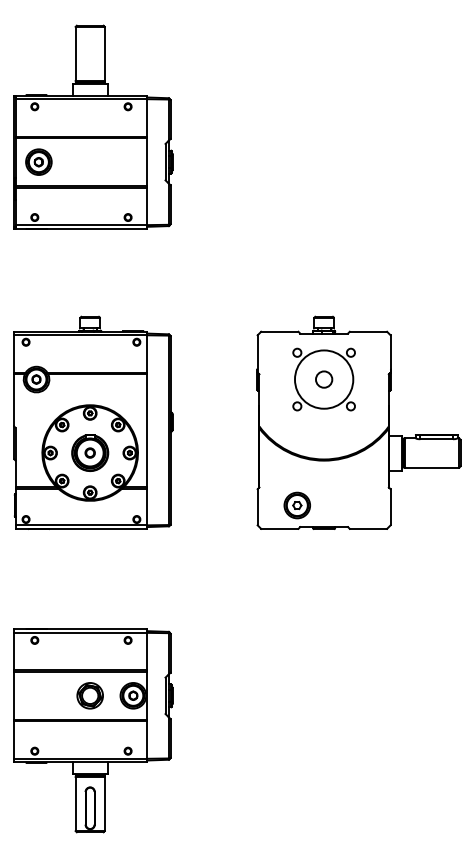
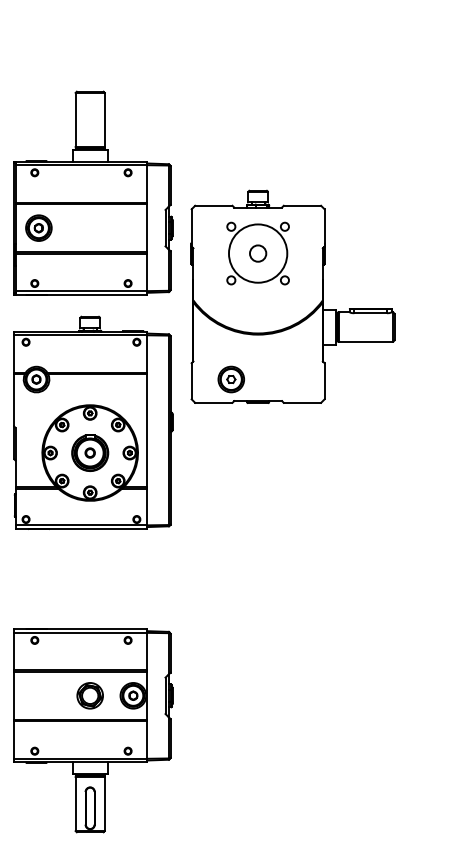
part at (93, 126) position: (93, 126) -> (93, 192)
part at (358, 422) position: (358, 422) -> (292, 296)
